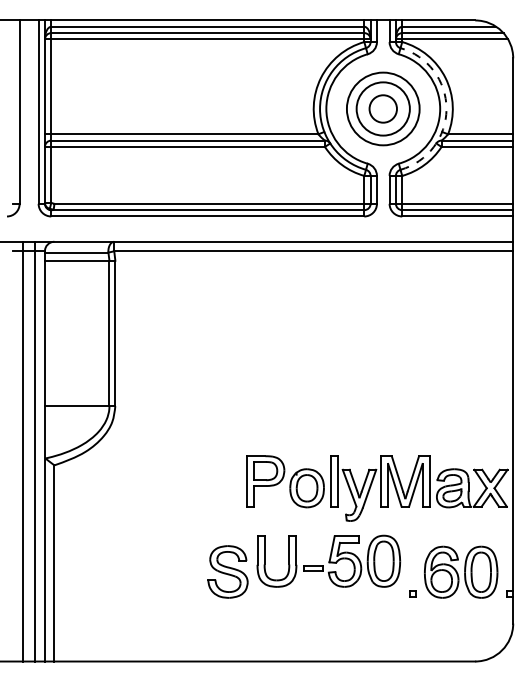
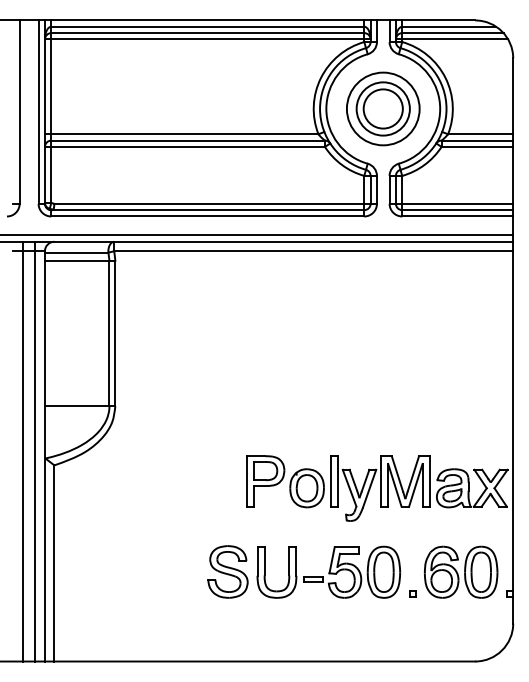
circle at (382, 108) diameter: 27 px -> 39 px
arc at (446, 108): dashed -> solid
line at (257, 235): none -> present
part at (328, 560) position: (328, 560) -> (328, 571)
